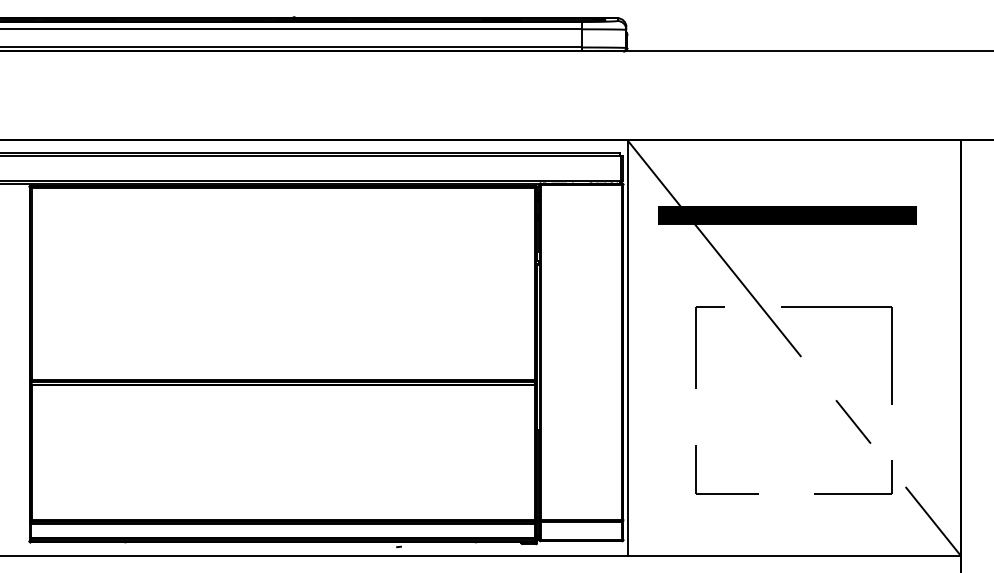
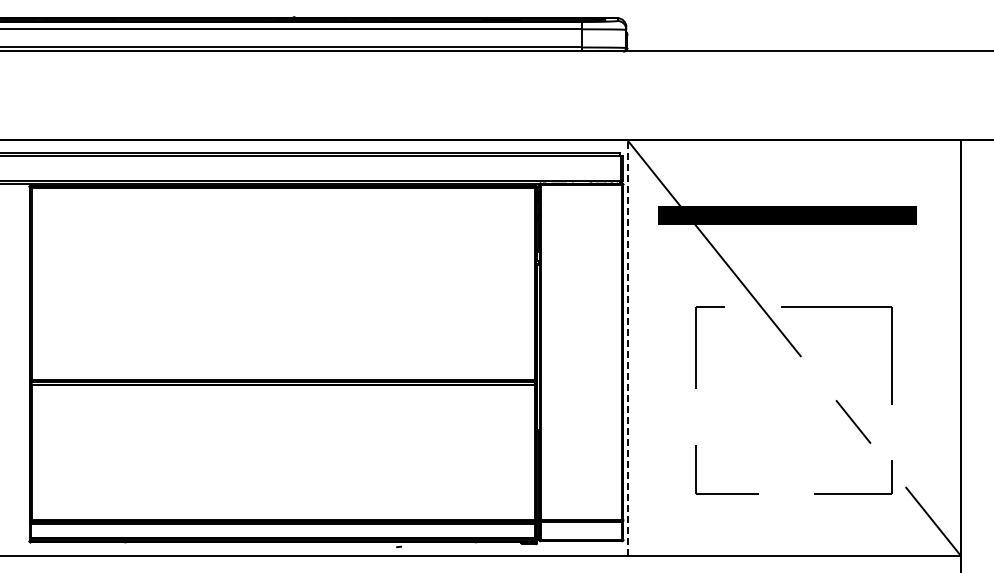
line at (627, 348): solid -> dashed
